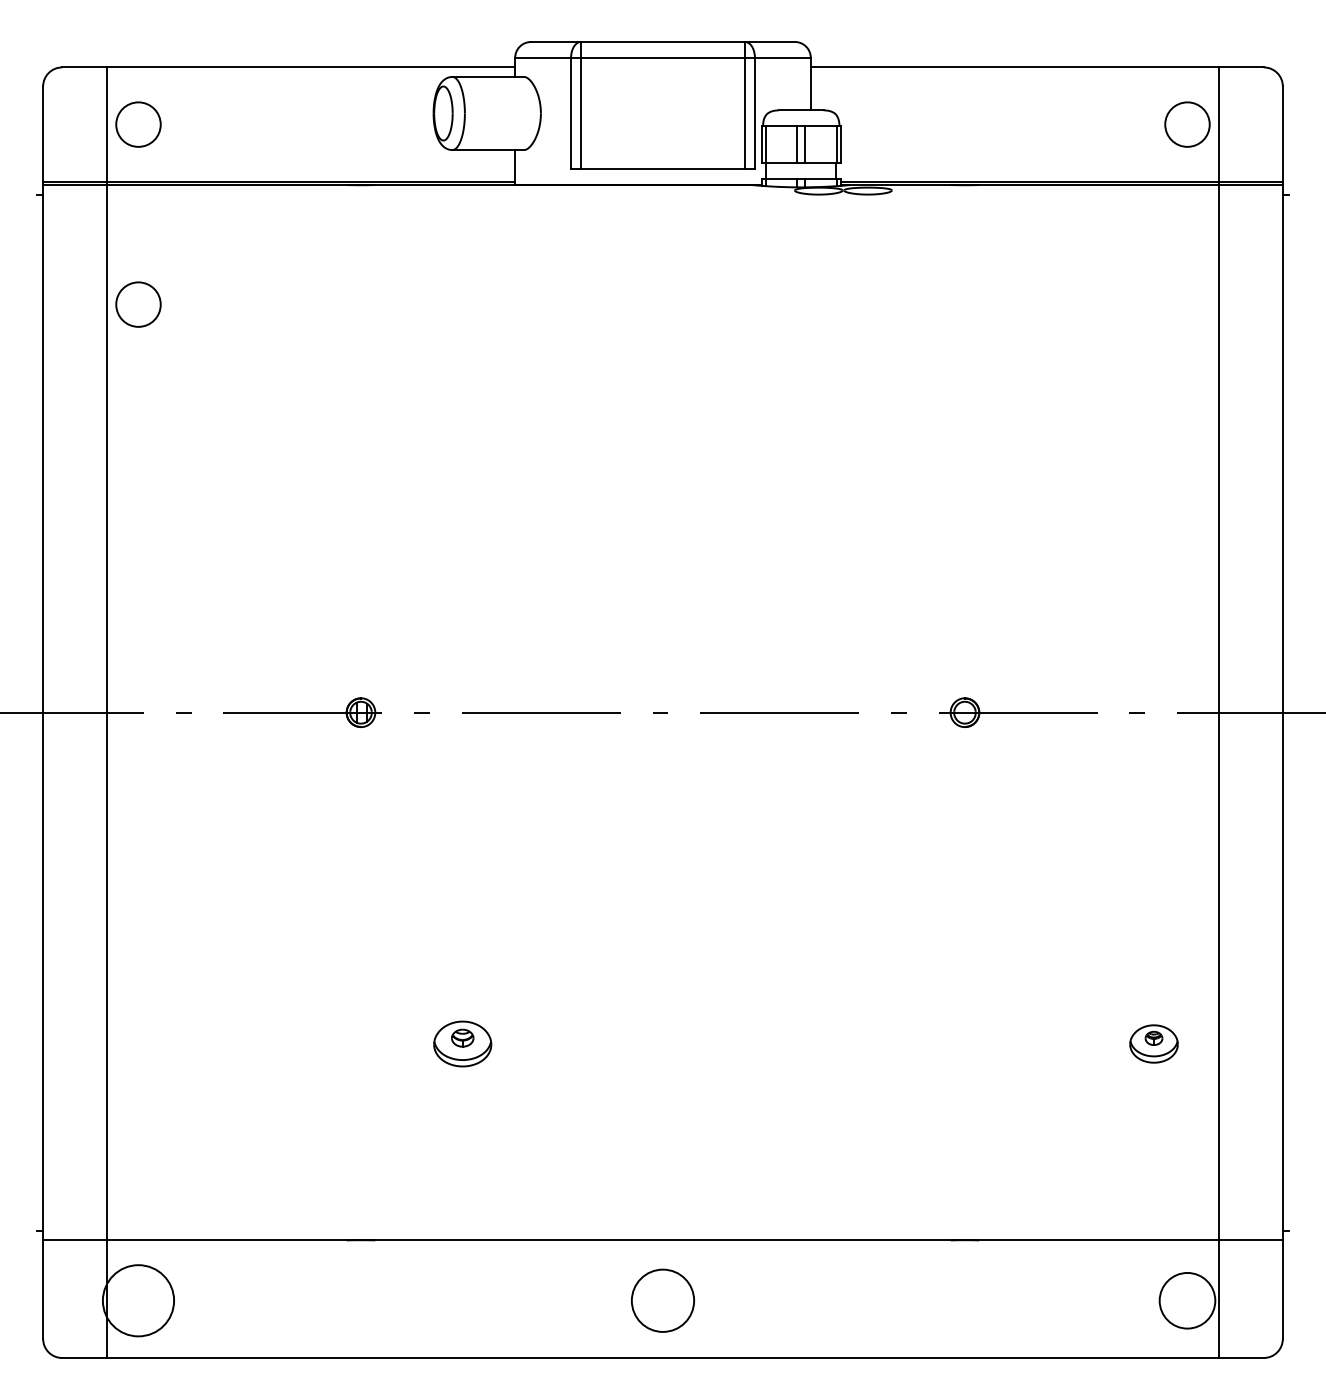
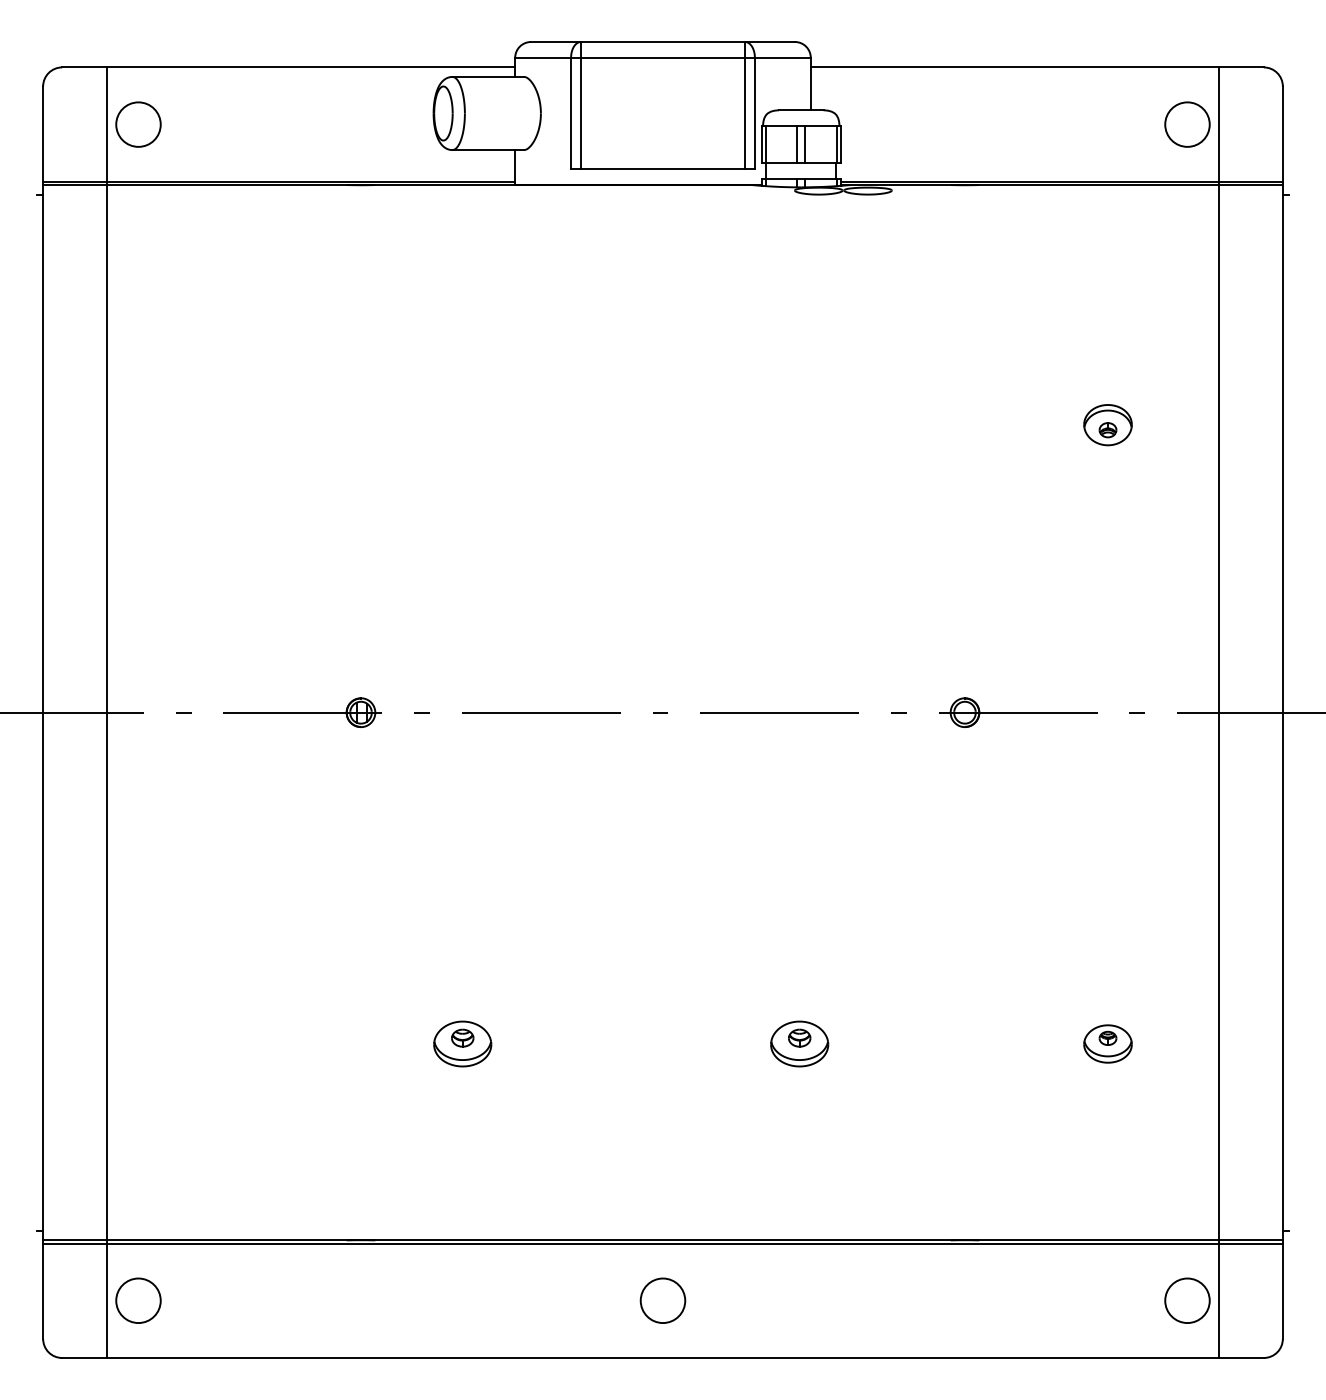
circle at (138, 304): present -> none
part at (1107, 425): none -> present
part at (799, 1043): none -> present
part at (1153, 1043) position: (1153, 1043) -> (1107, 1043)
line at (662, 1243): none -> present
circle at (138, 1300) diameter: 71 px -> 45 px
circle at (662, 1300) diameter: 62 px -> 45 px
circle at (1187, 1300) diameter: 56 px -> 45 px
